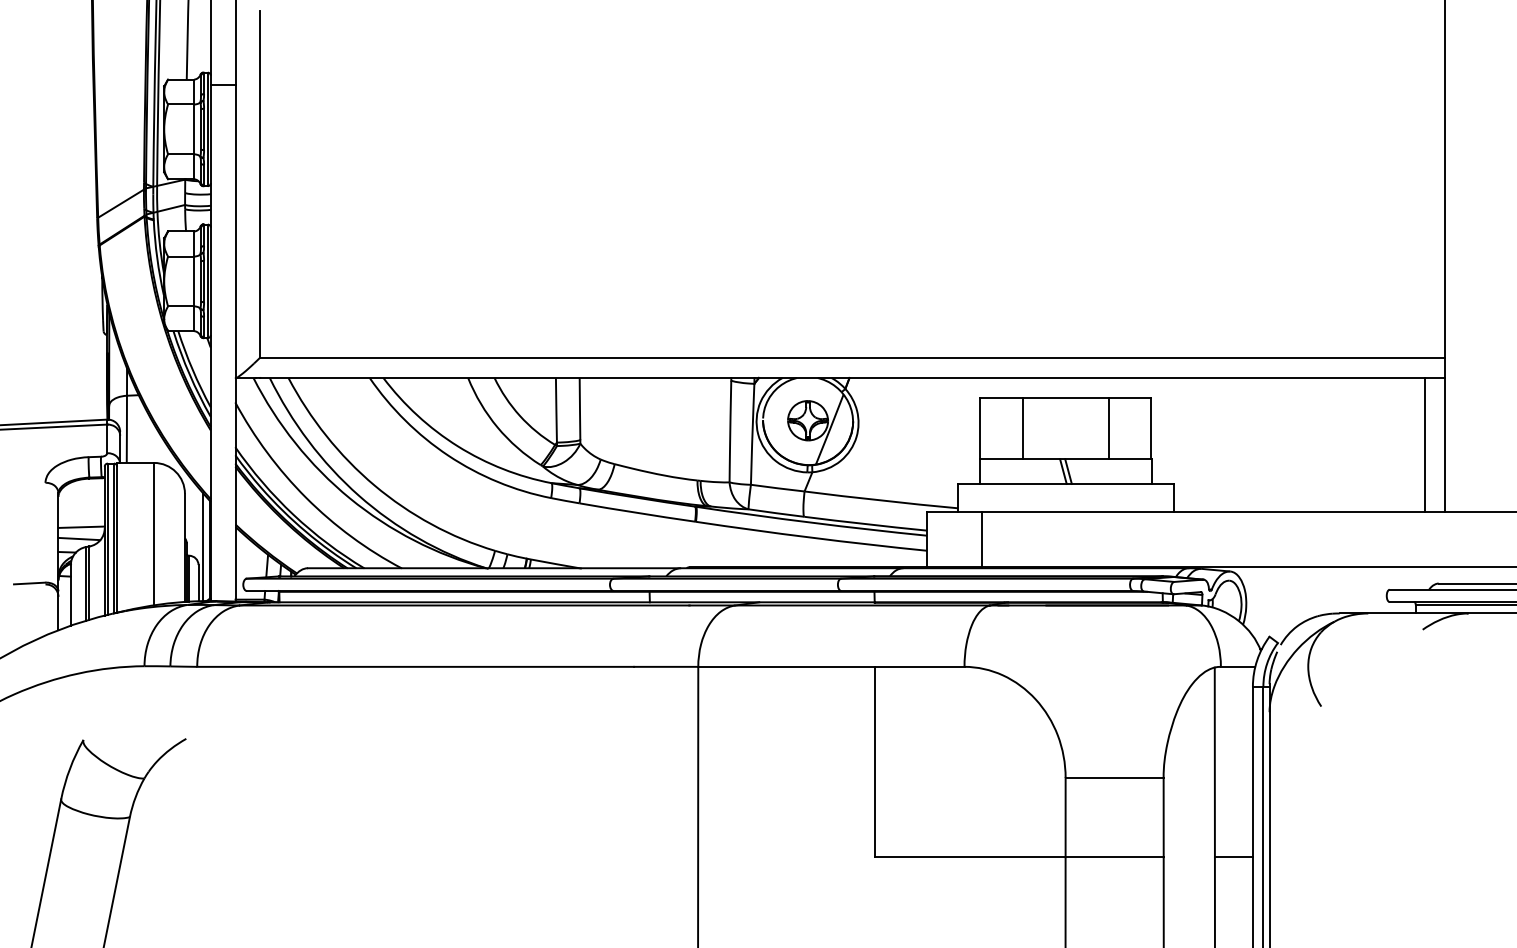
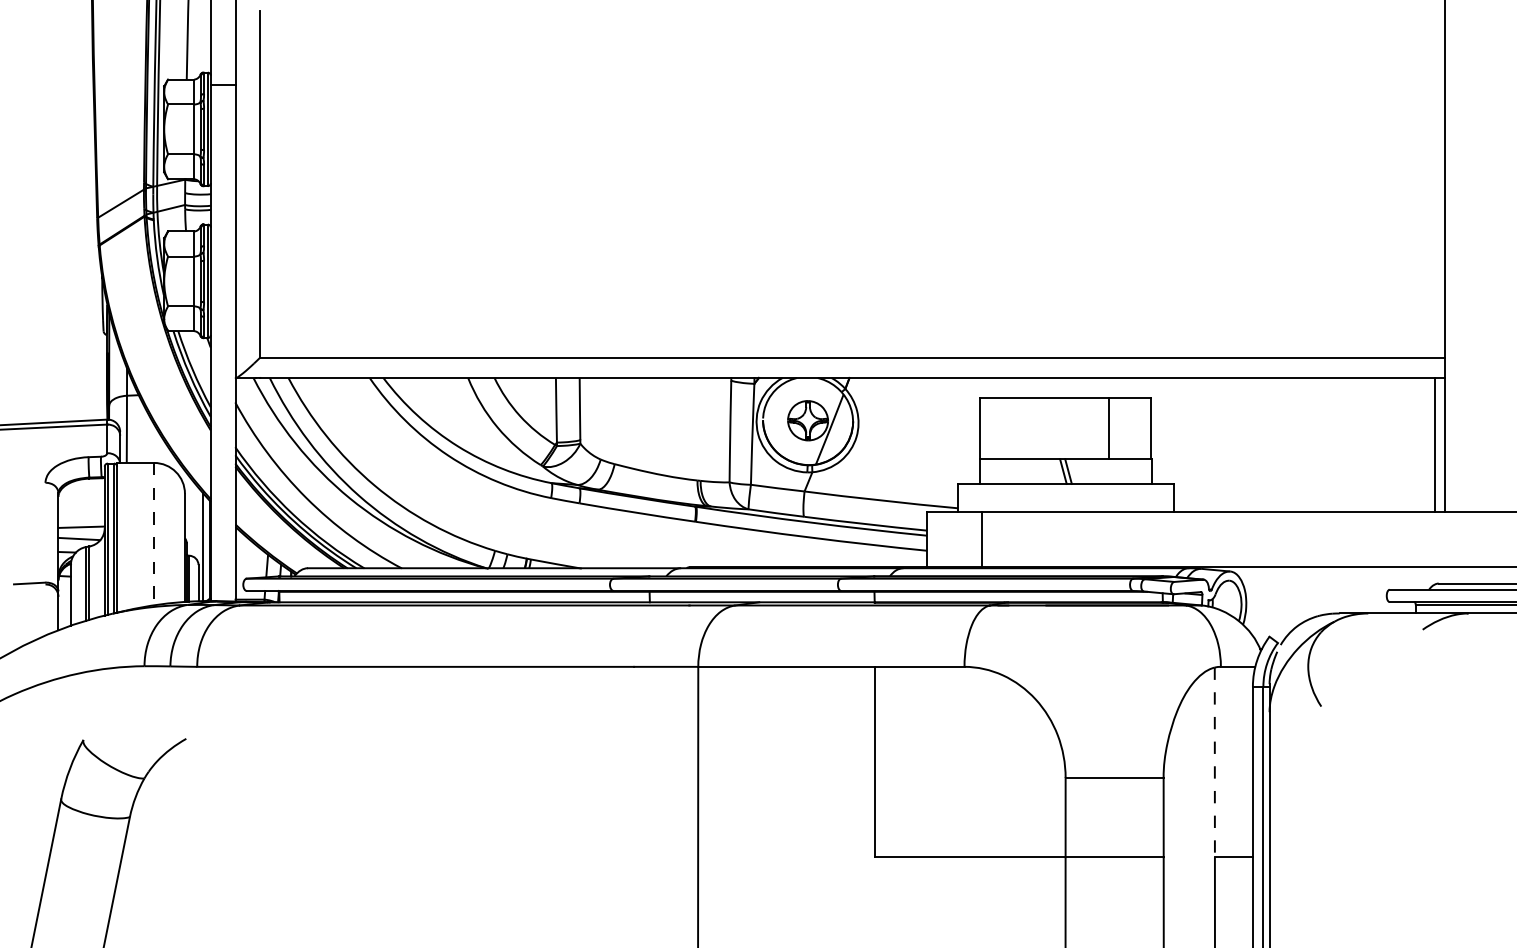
line at (1023, 428): present -> none
line at (1425, 444) position: (1425, 444) -> (1435, 444)
line at (154, 534): solid -> dashed
line at (1214, 762): solid -> dashed
